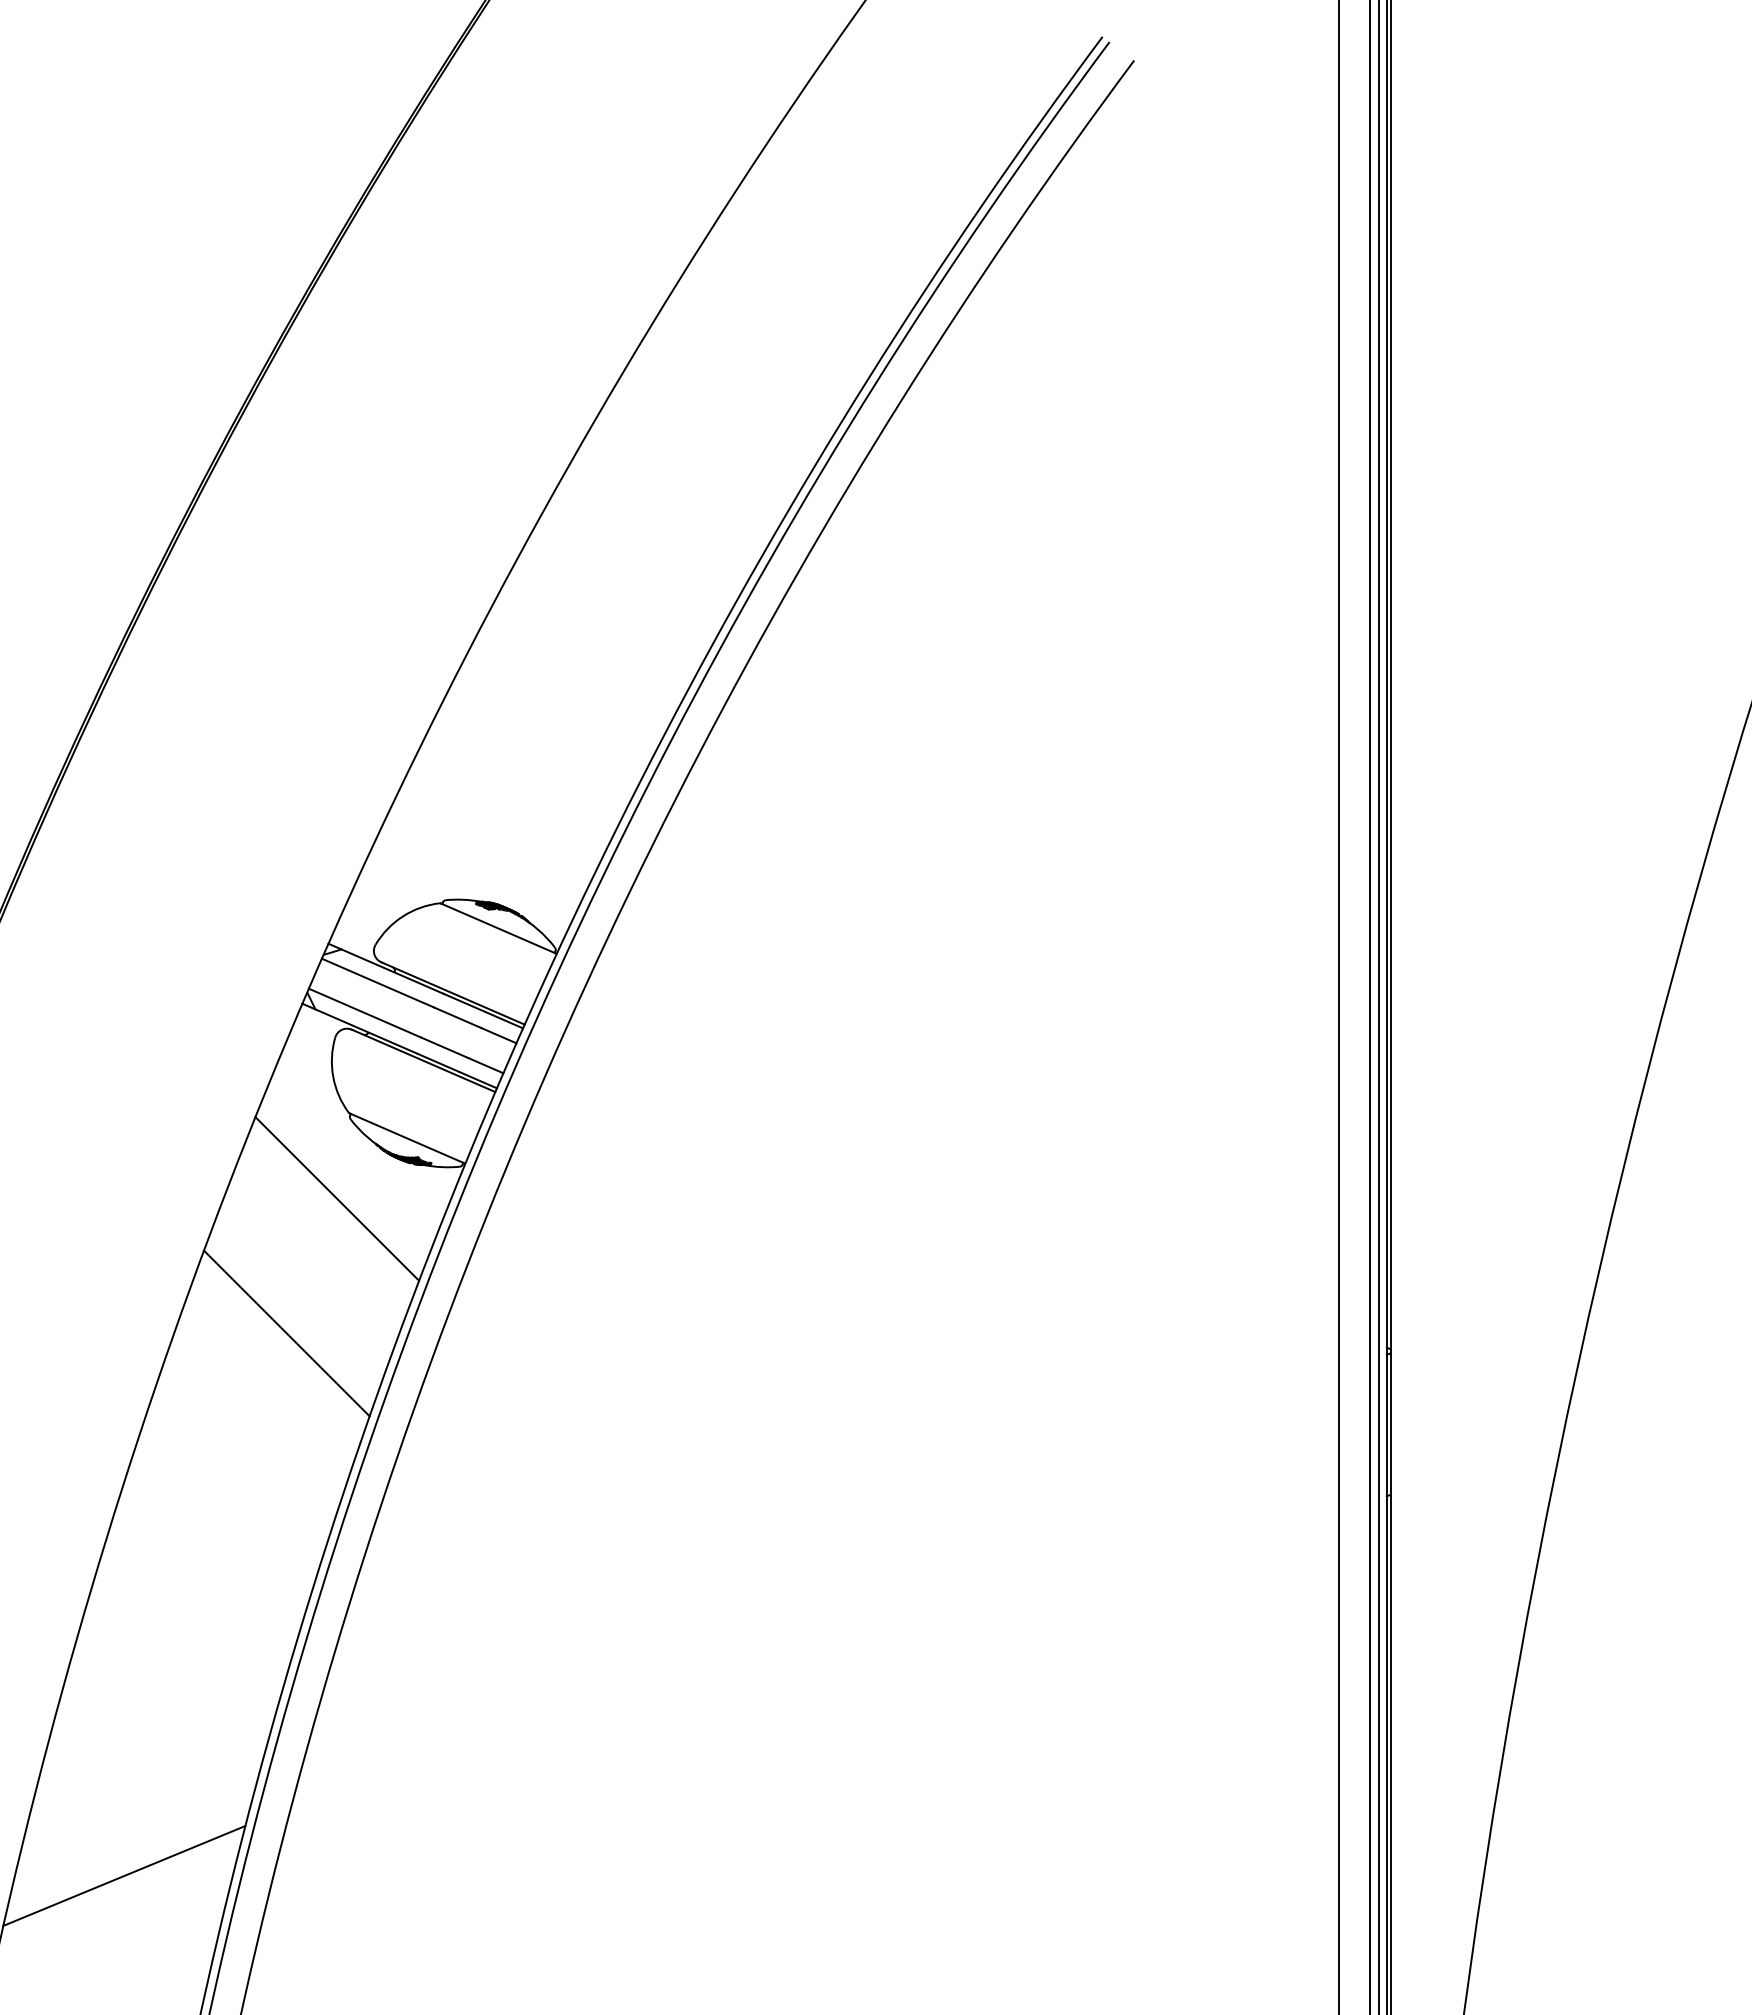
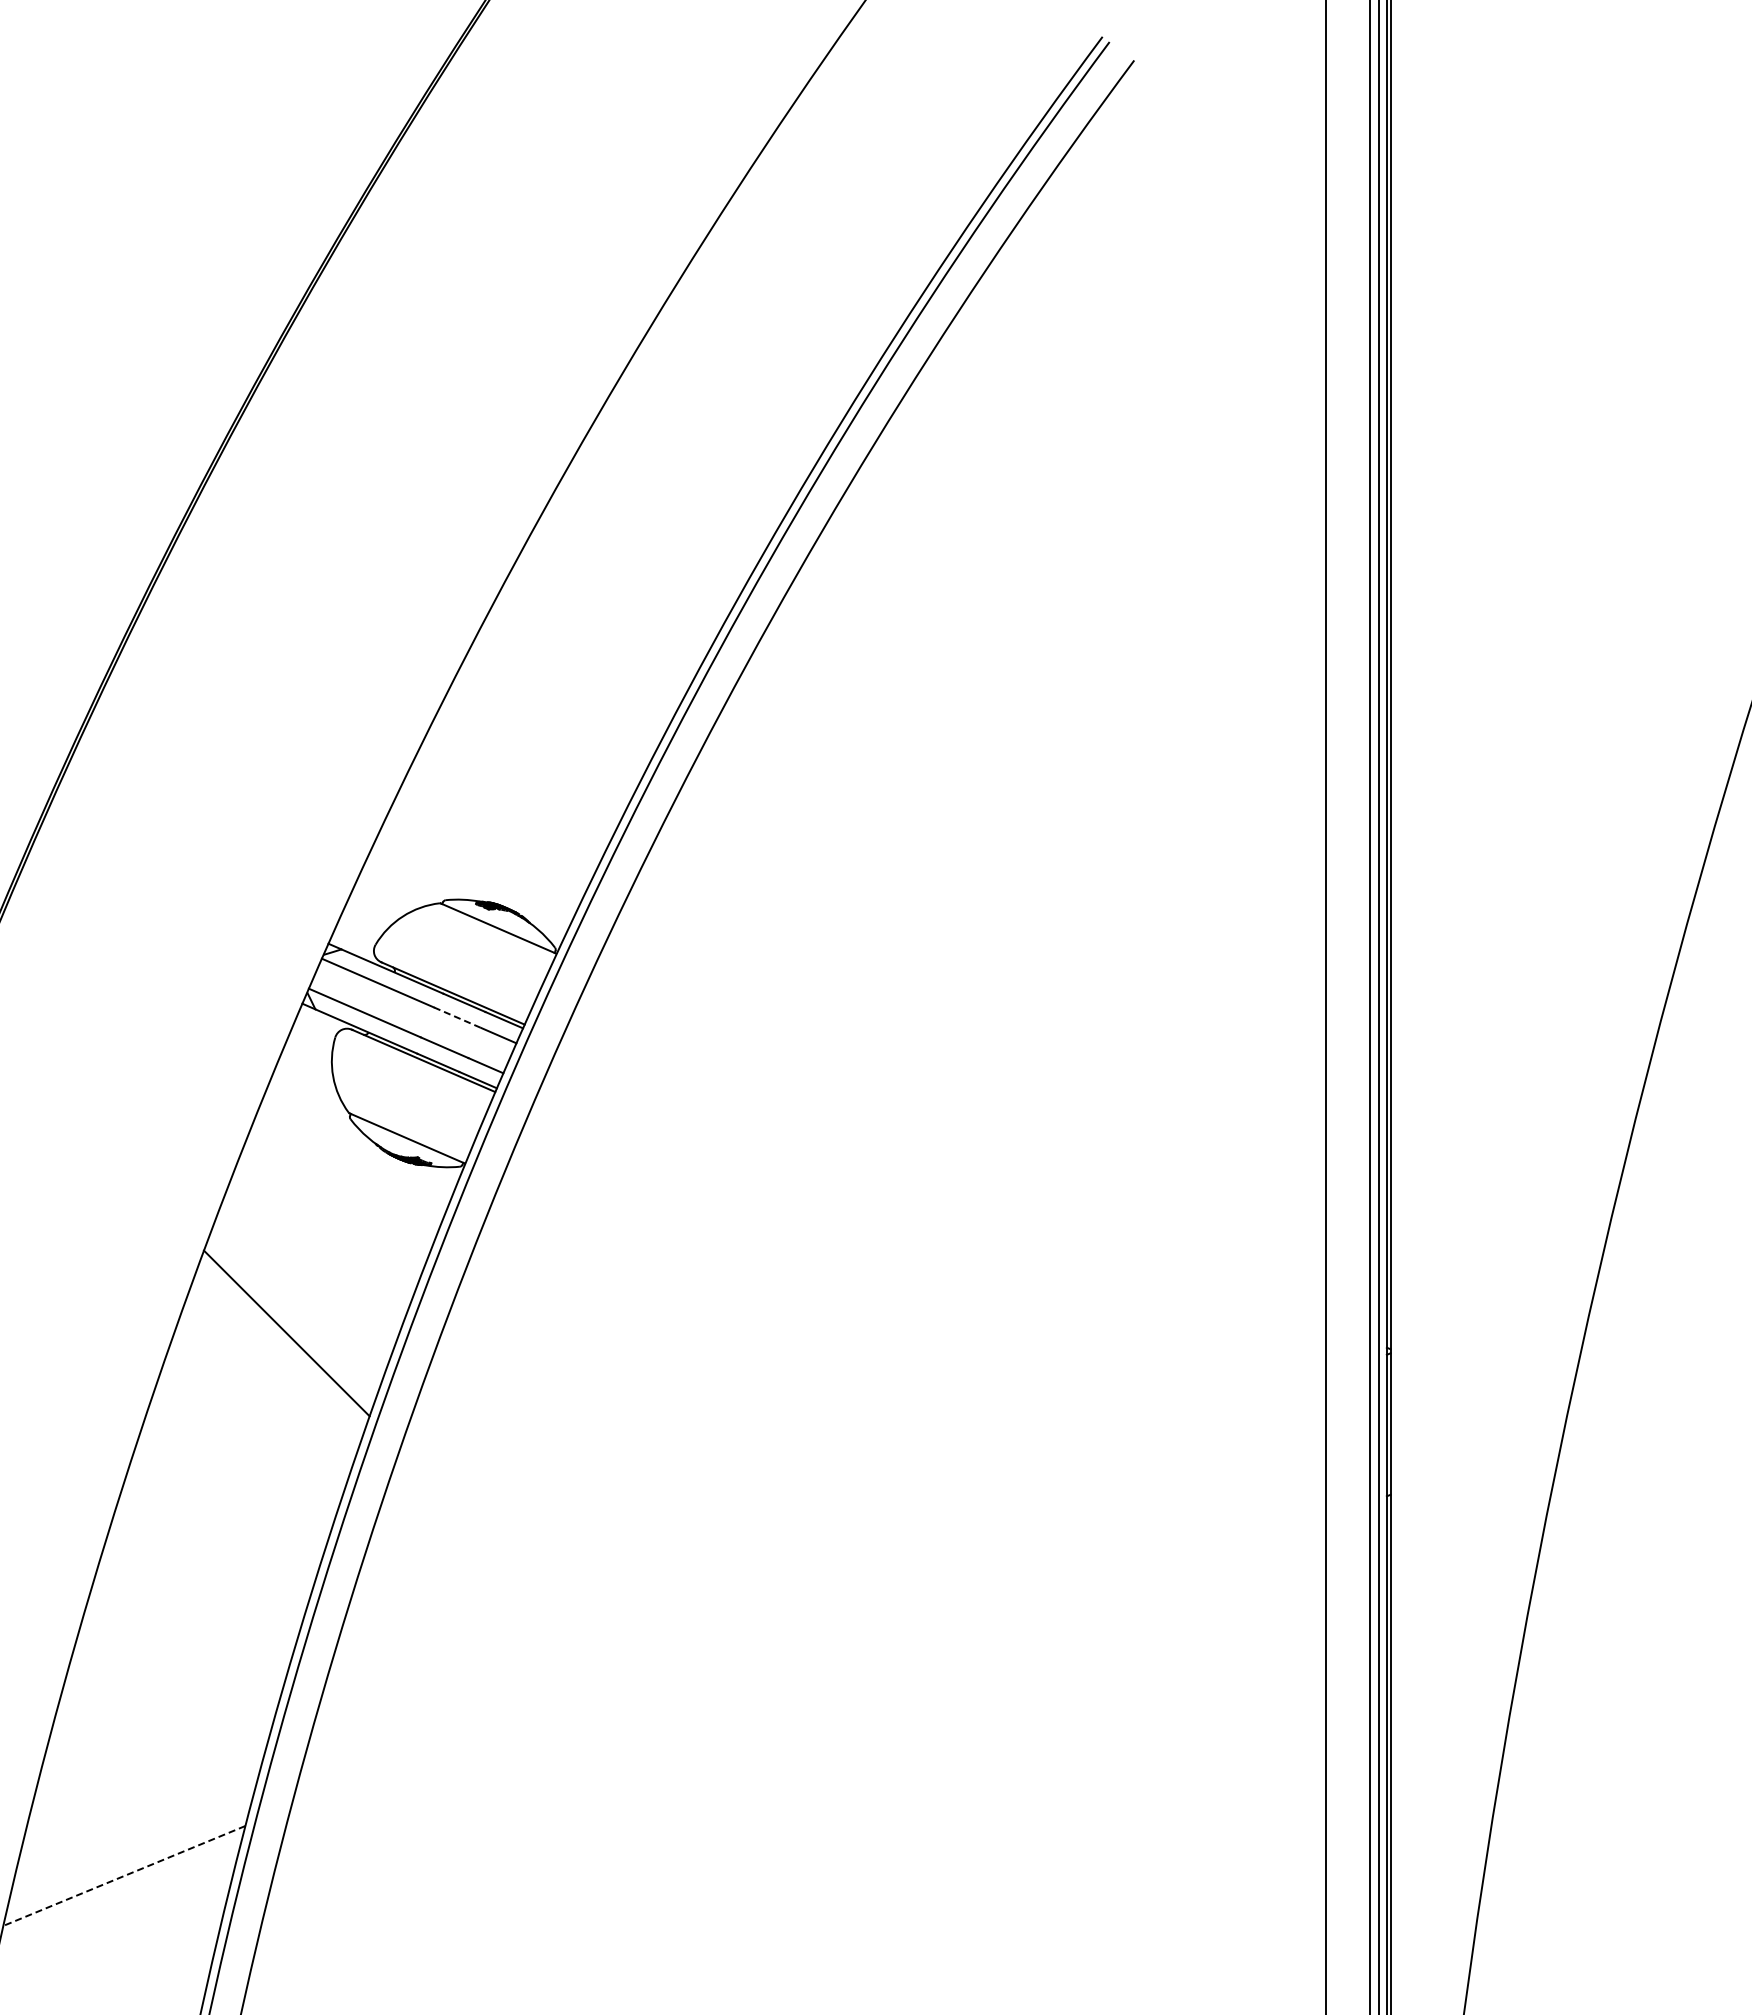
line at (1339, 1006) position: (1339, 1006) -> (1326, 1006)
line at (457, 1017): solid -> dashed
line at (337, 1198): present -> none
line at (124, 1875): solid -> dashed
